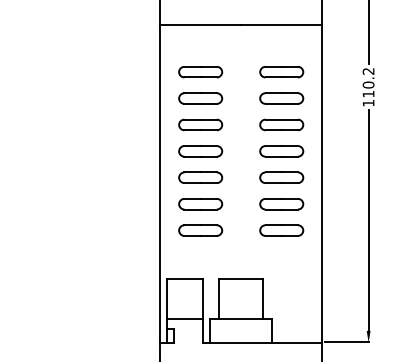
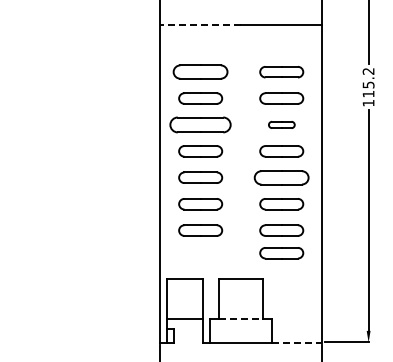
line at (200, 25): solid -> dashed
part at (200, 72) size: 46x13 px -> 57x16 px
text at (368, 84): 110.2 -> 115.2
part at (200, 124) size: 46x14 px -> 63x18 px
part at (281, 124) size: 46x14 px -> 28x9 px
part at (281, 177) size: 46x13 px -> 57x16 px
part at (281, 253): none -> present
line at (241, 319): solid -> dashed
line at (297, 342): solid -> dashed
